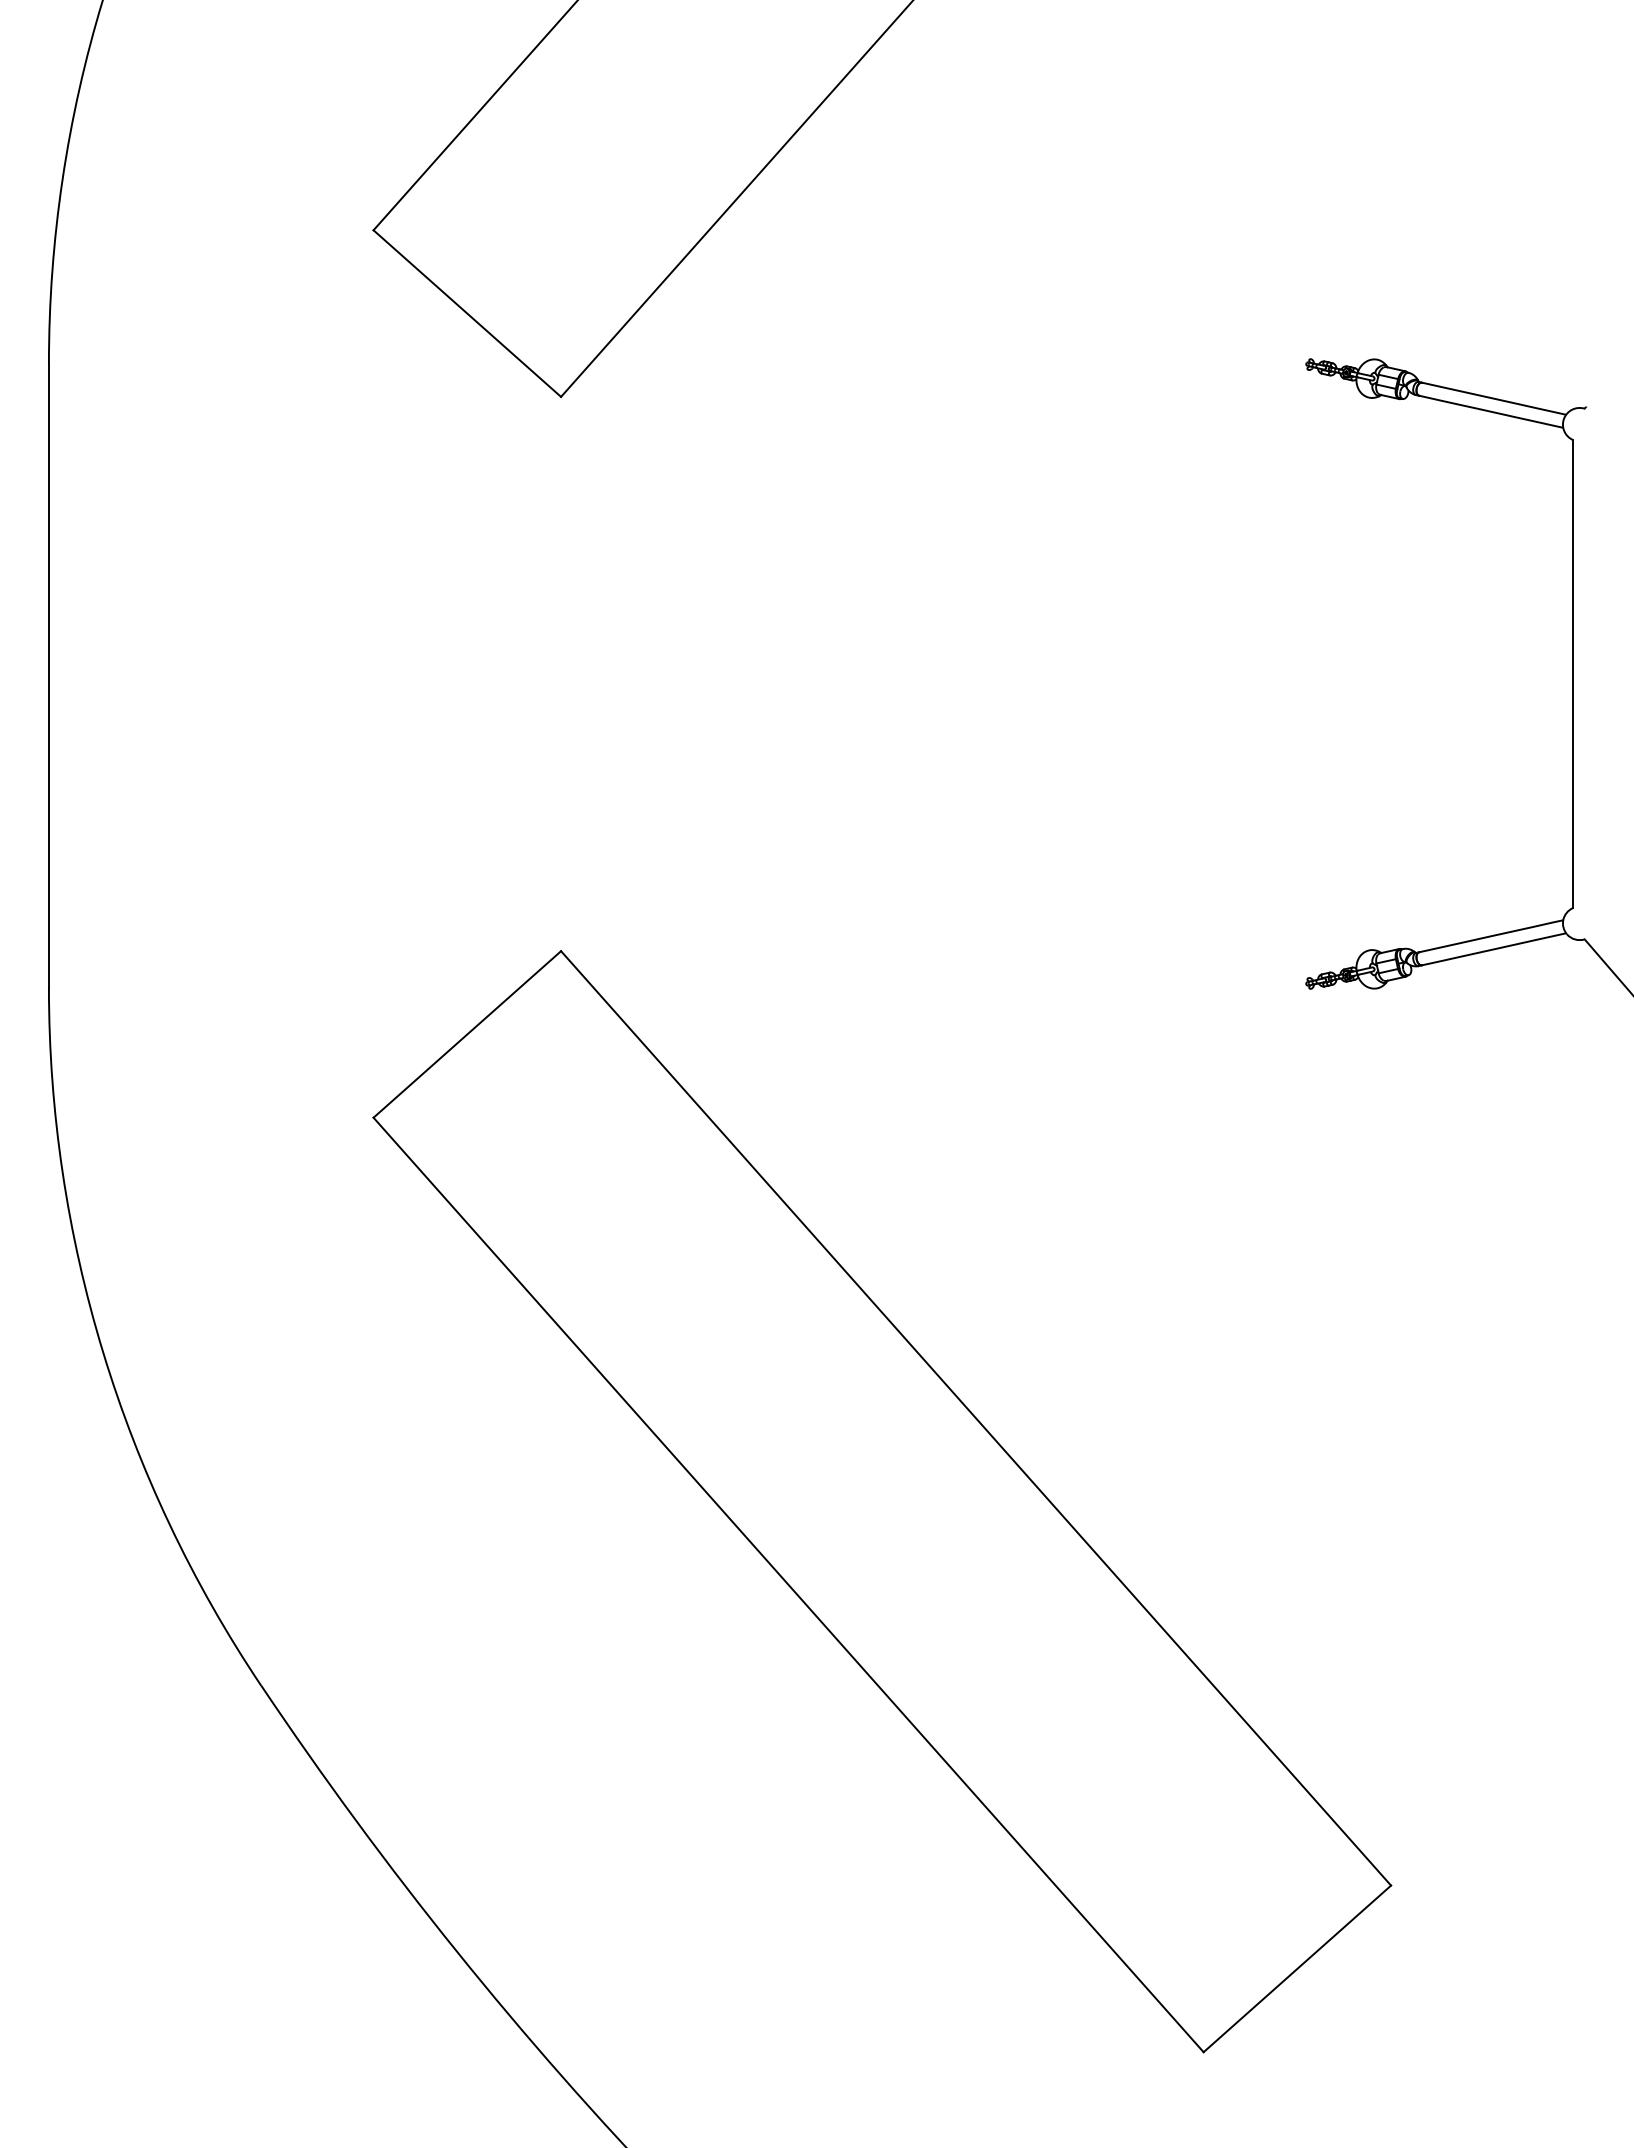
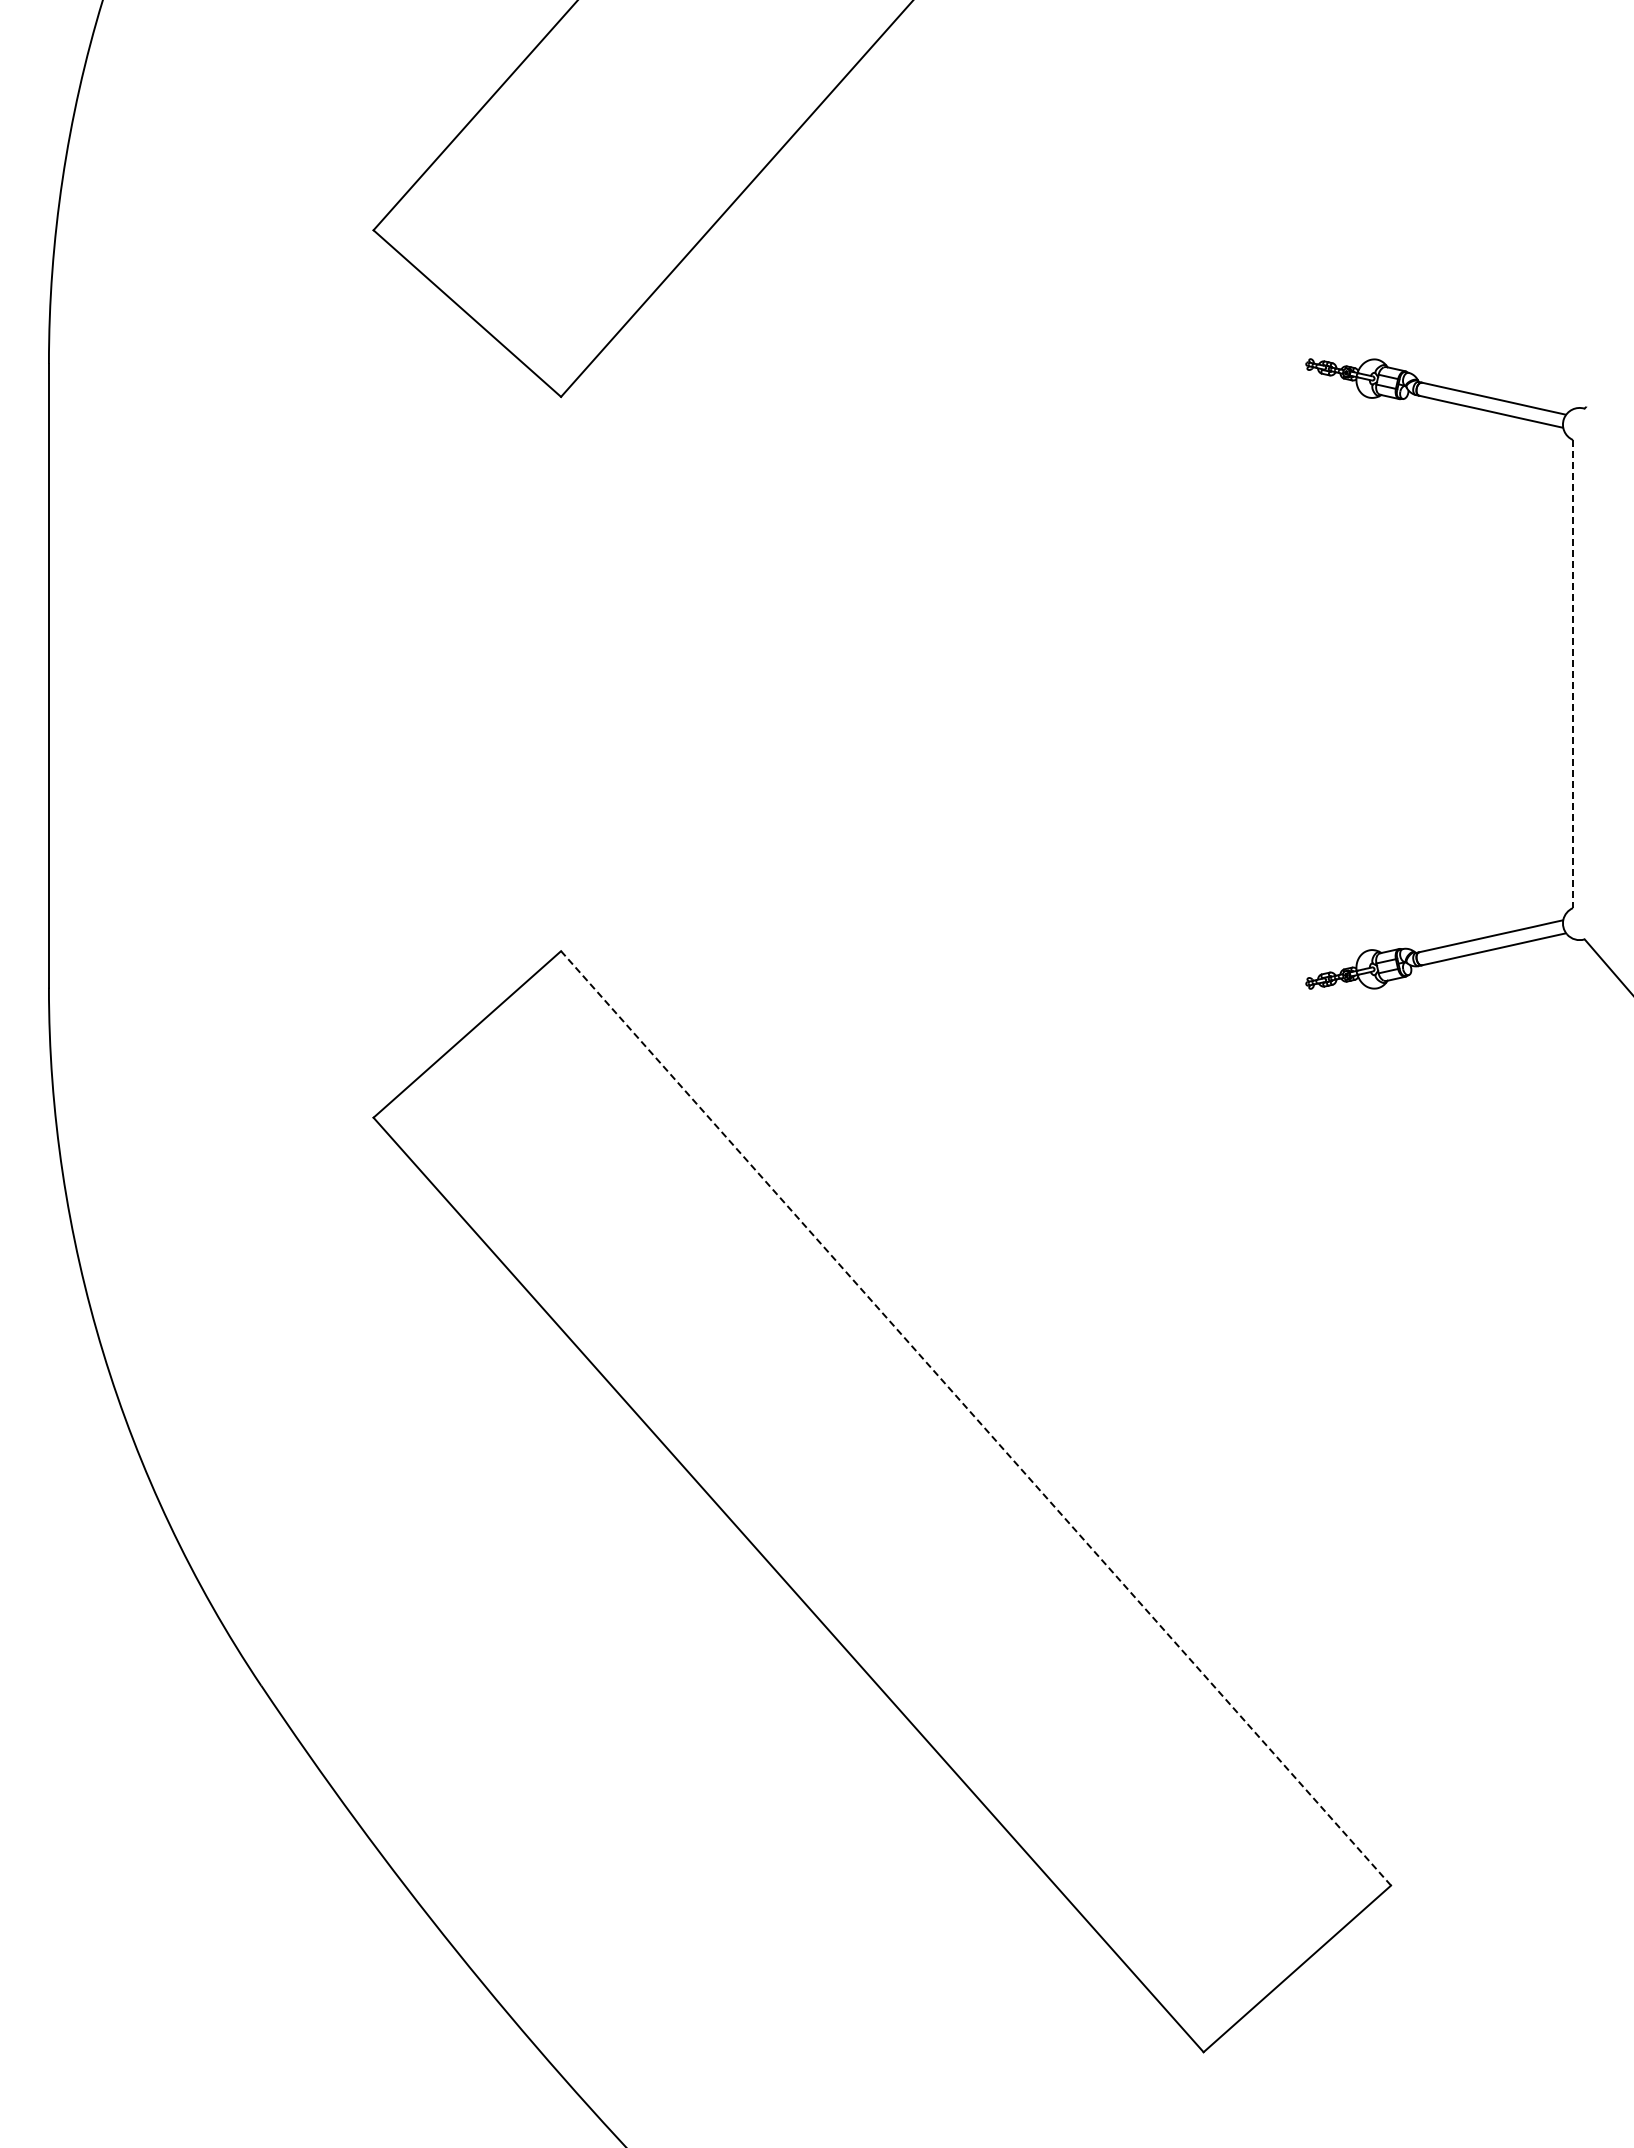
line at (1572, 674): solid -> dashed
line at (976, 1418): solid -> dashed
